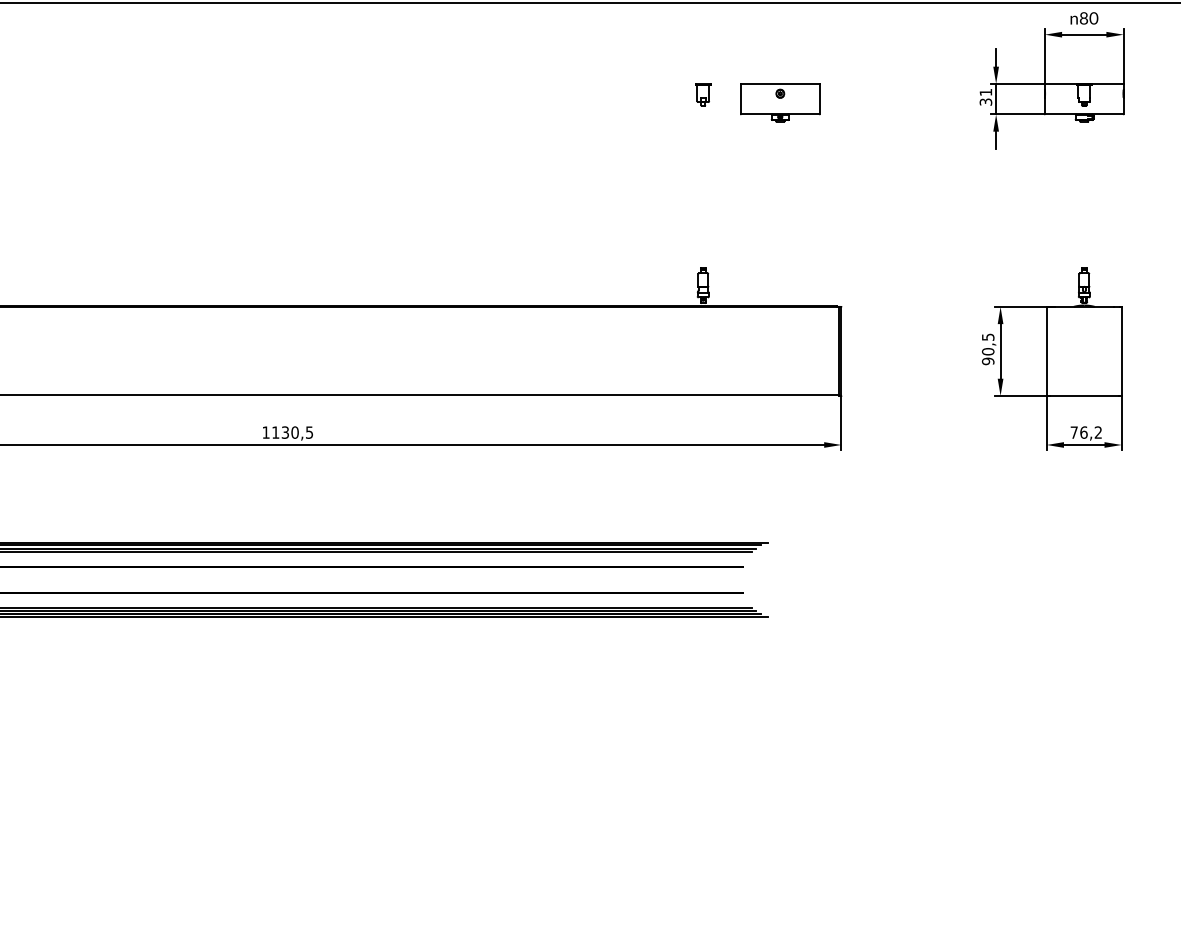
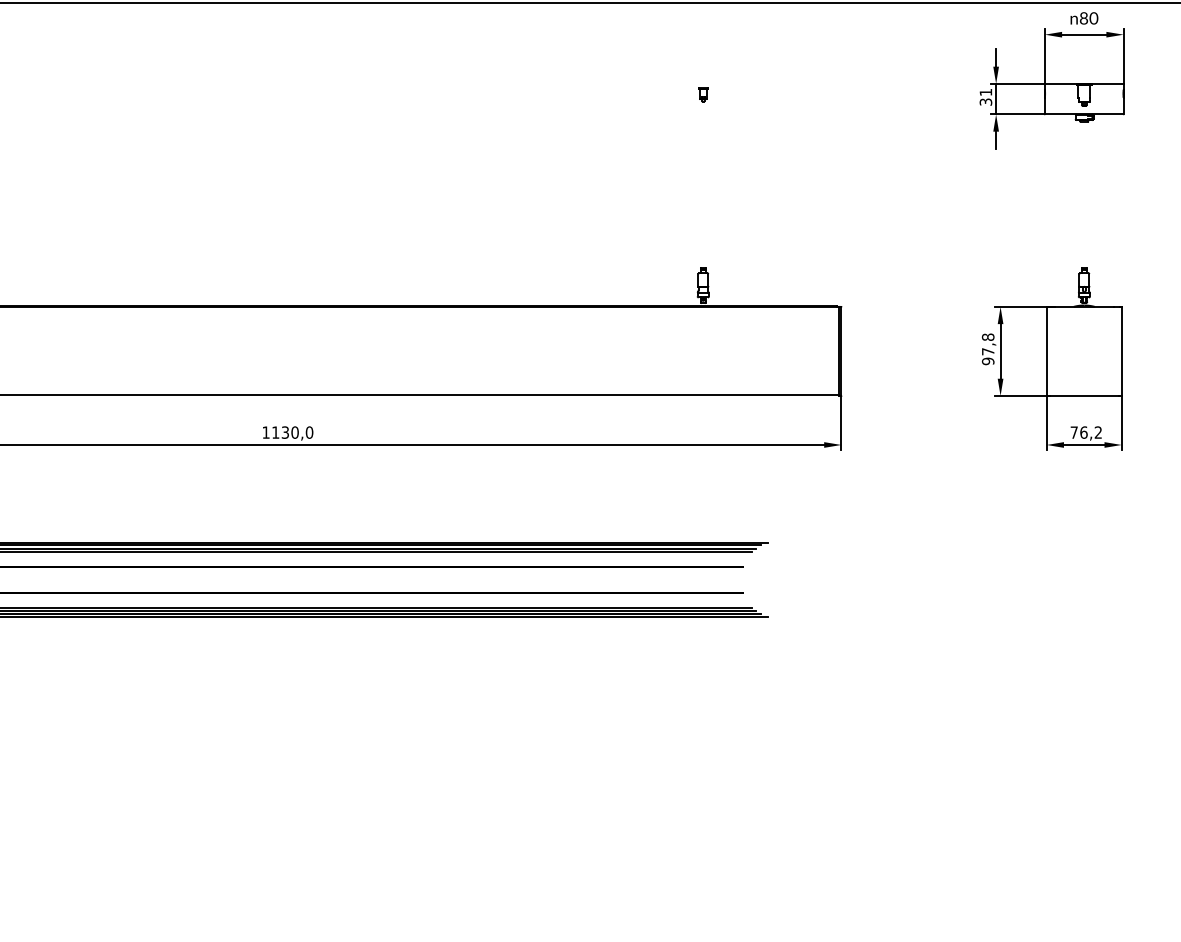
part at (703, 94) size: 17x24 px -> 11x16 px
part at (780, 102): present -> none
text at (987, 344): 90,5 -> 97,8
text at (309, 432): 1130,5 -> 1130,0
